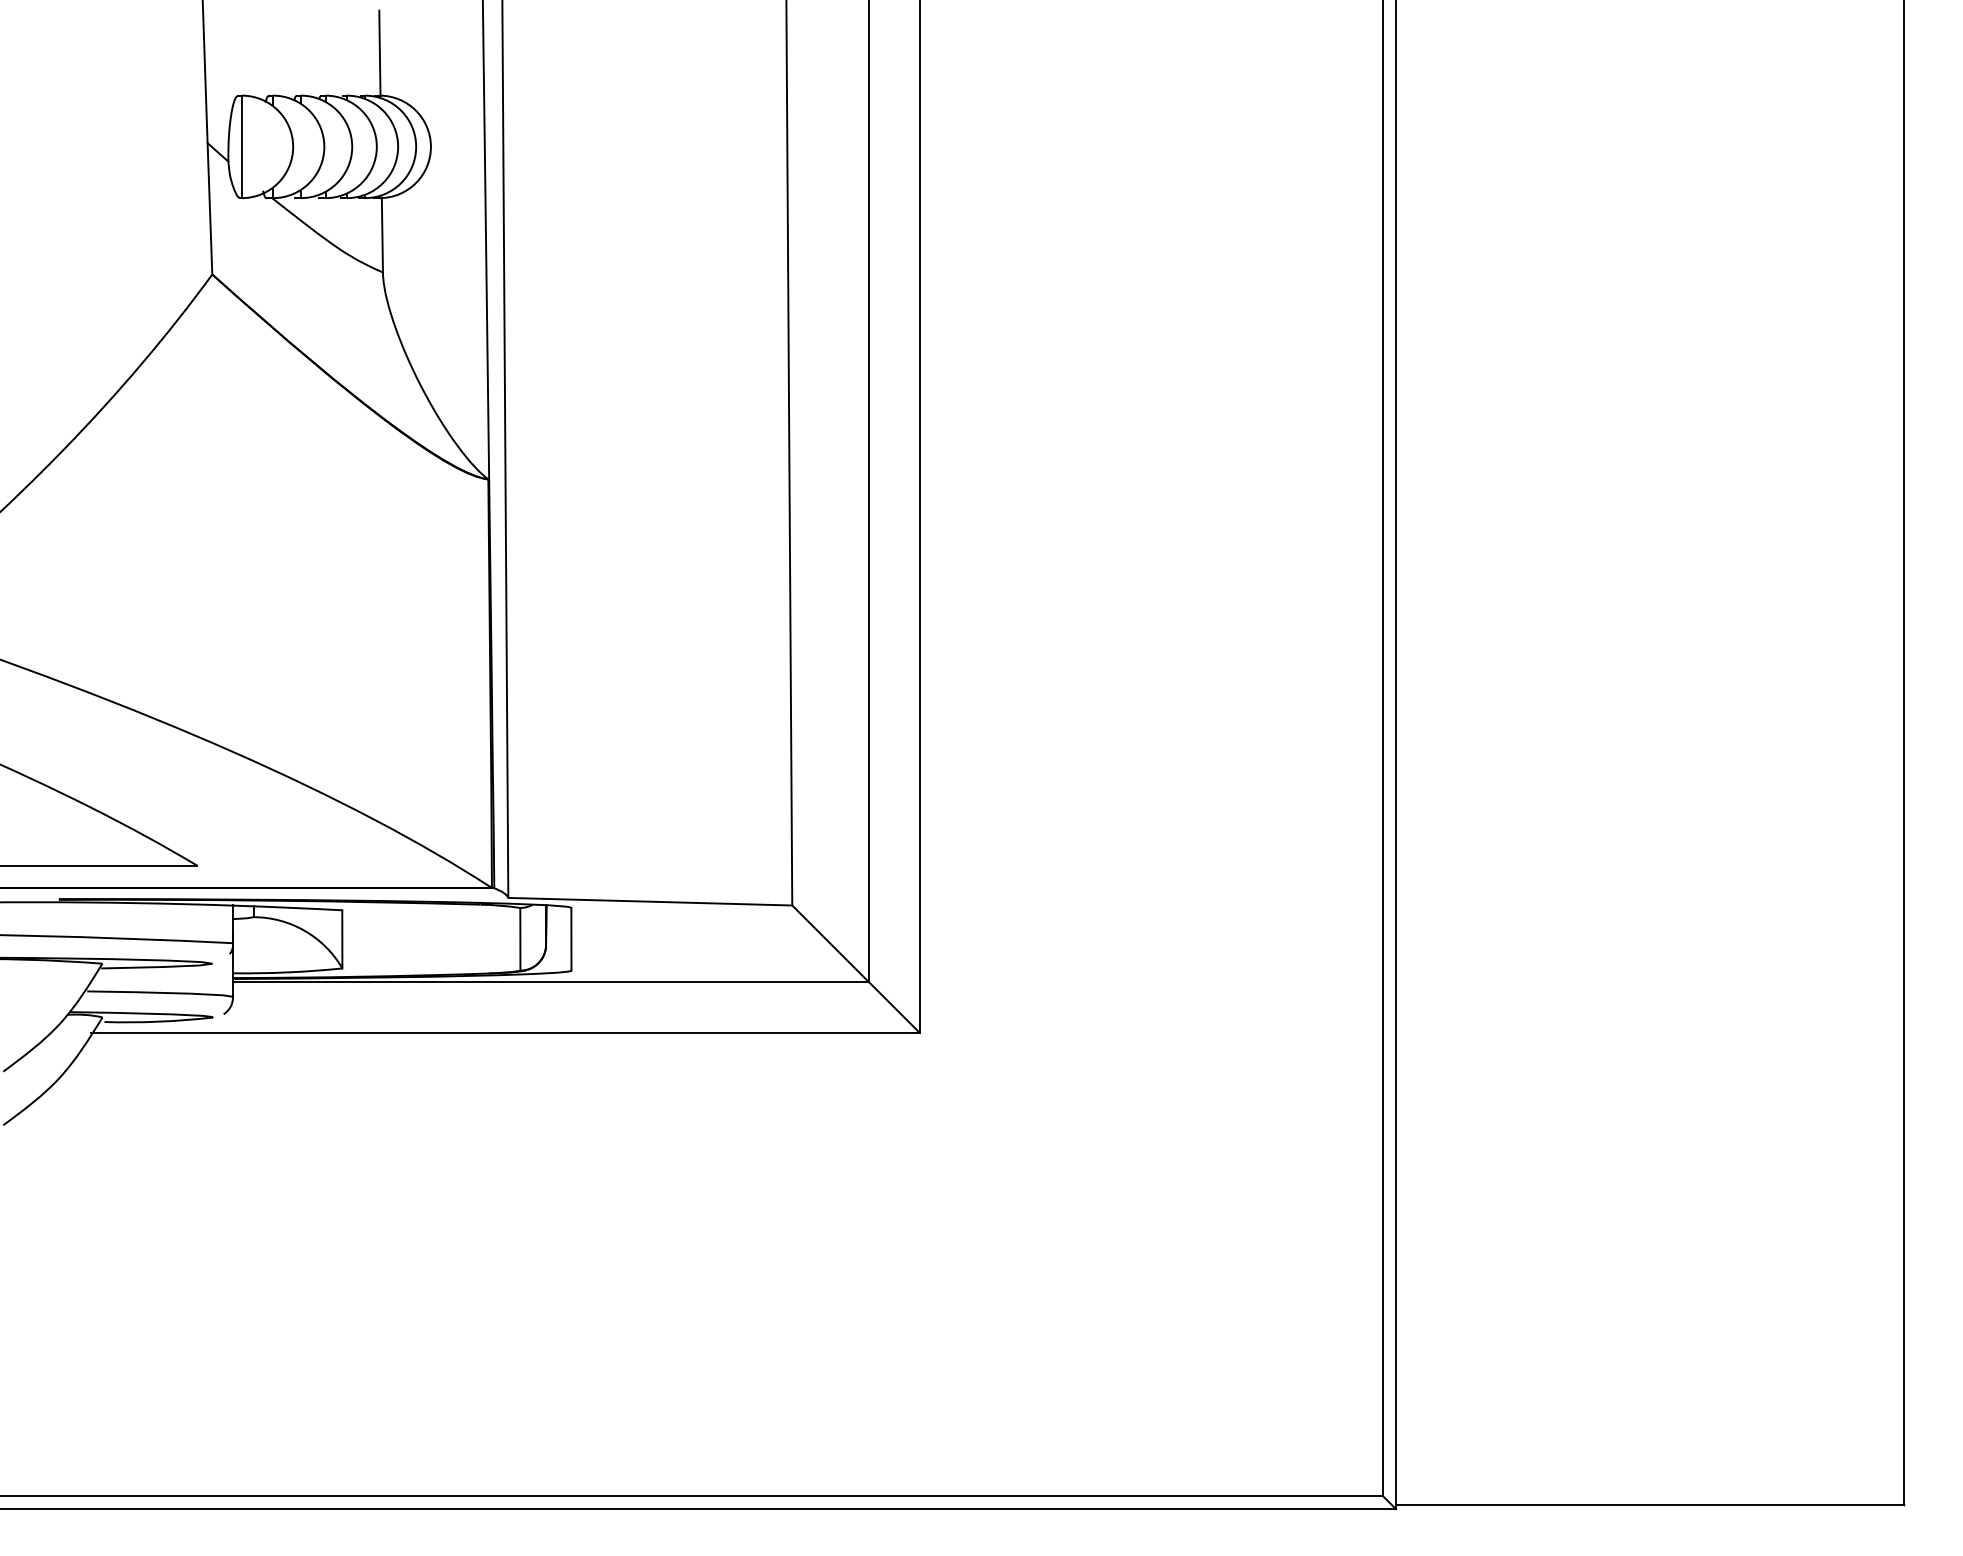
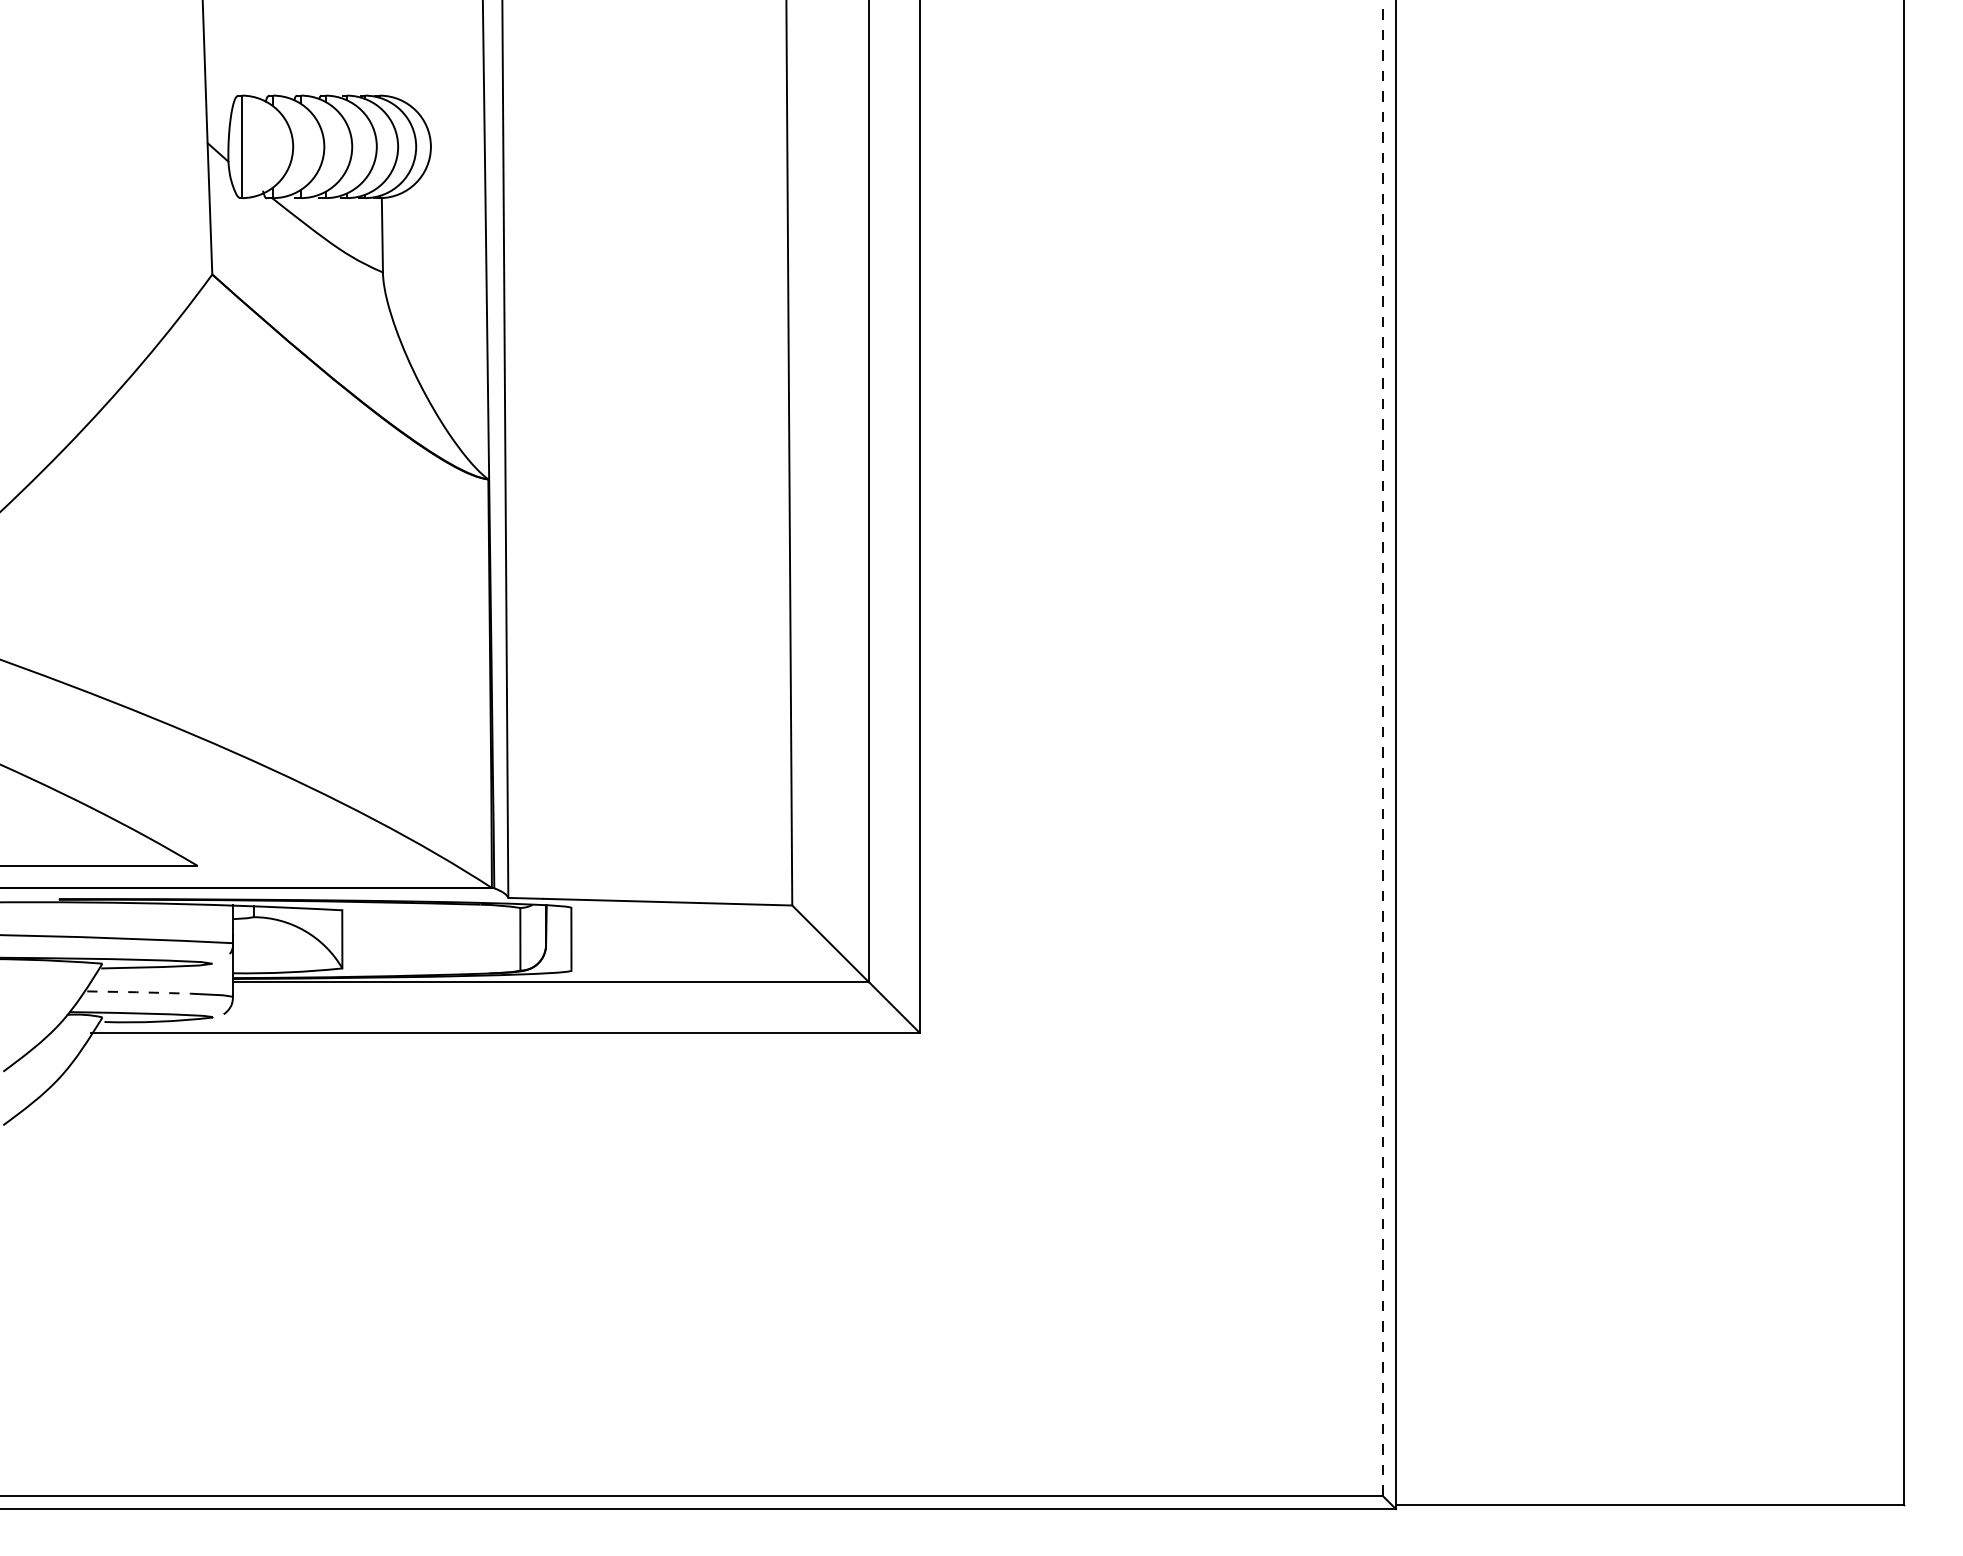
line at (379, 53): present -> none
line at (1382, 748): solid -> dashed
line at (138, 992): solid -> dashed
